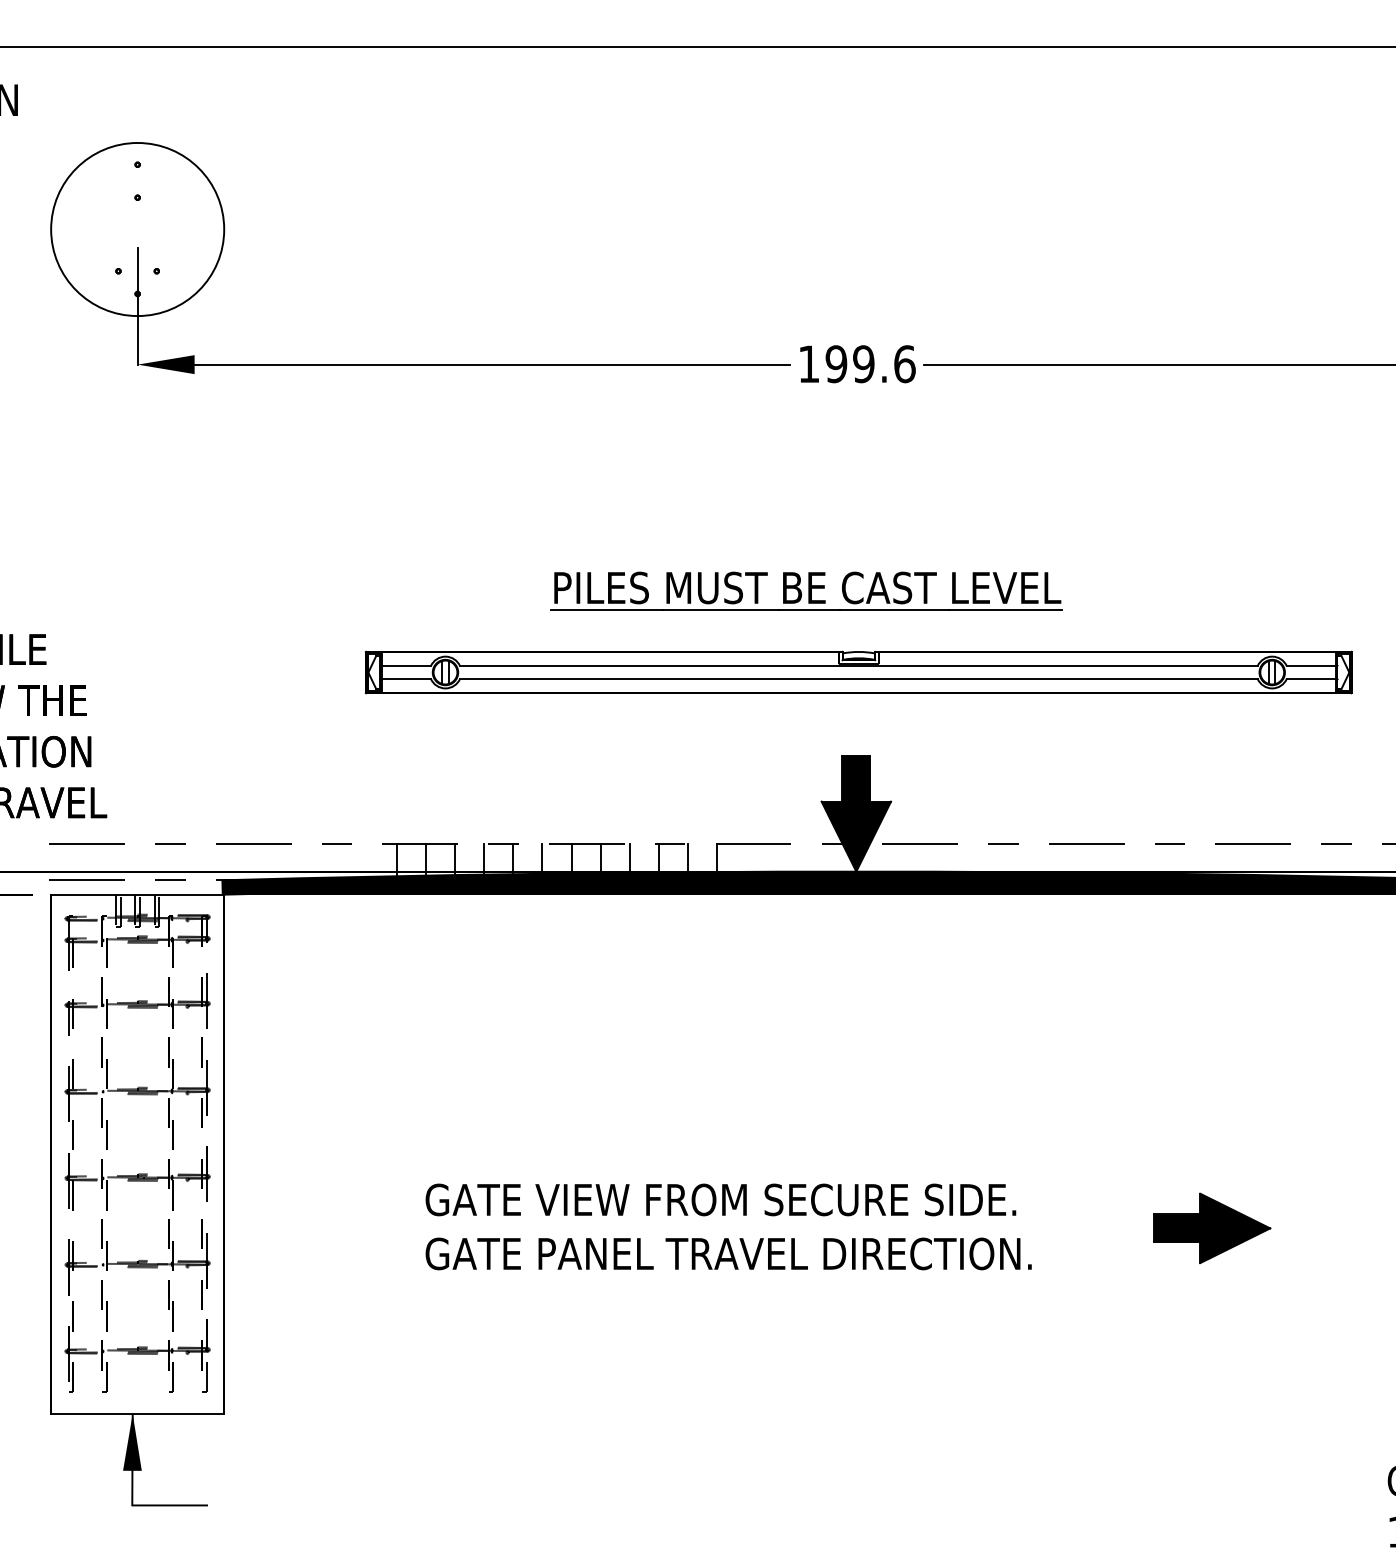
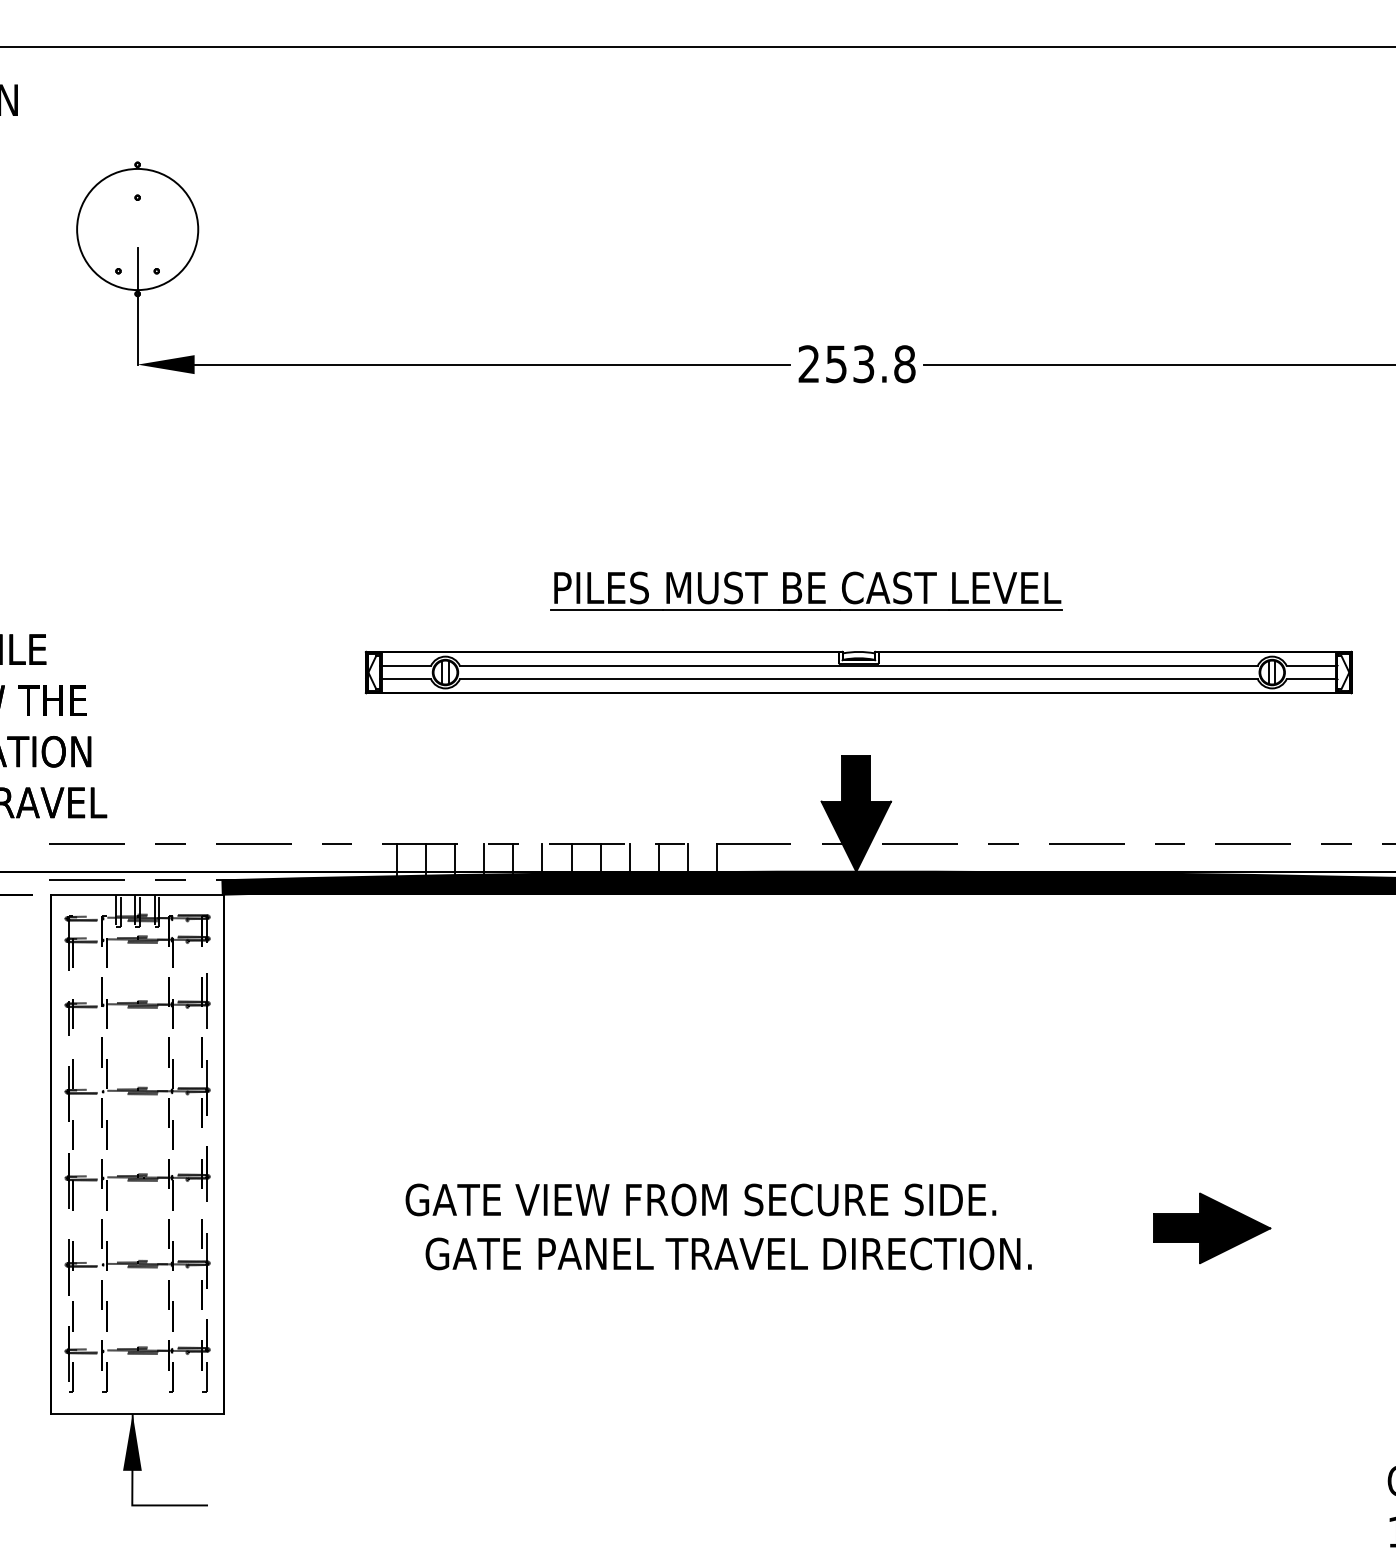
circle at (137, 229) diameter: 173 px -> 121 px
text at (856, 364): 199.6 -> 253.8
text at (720, 1199) position: (720, 1199) -> (700, 1199)
